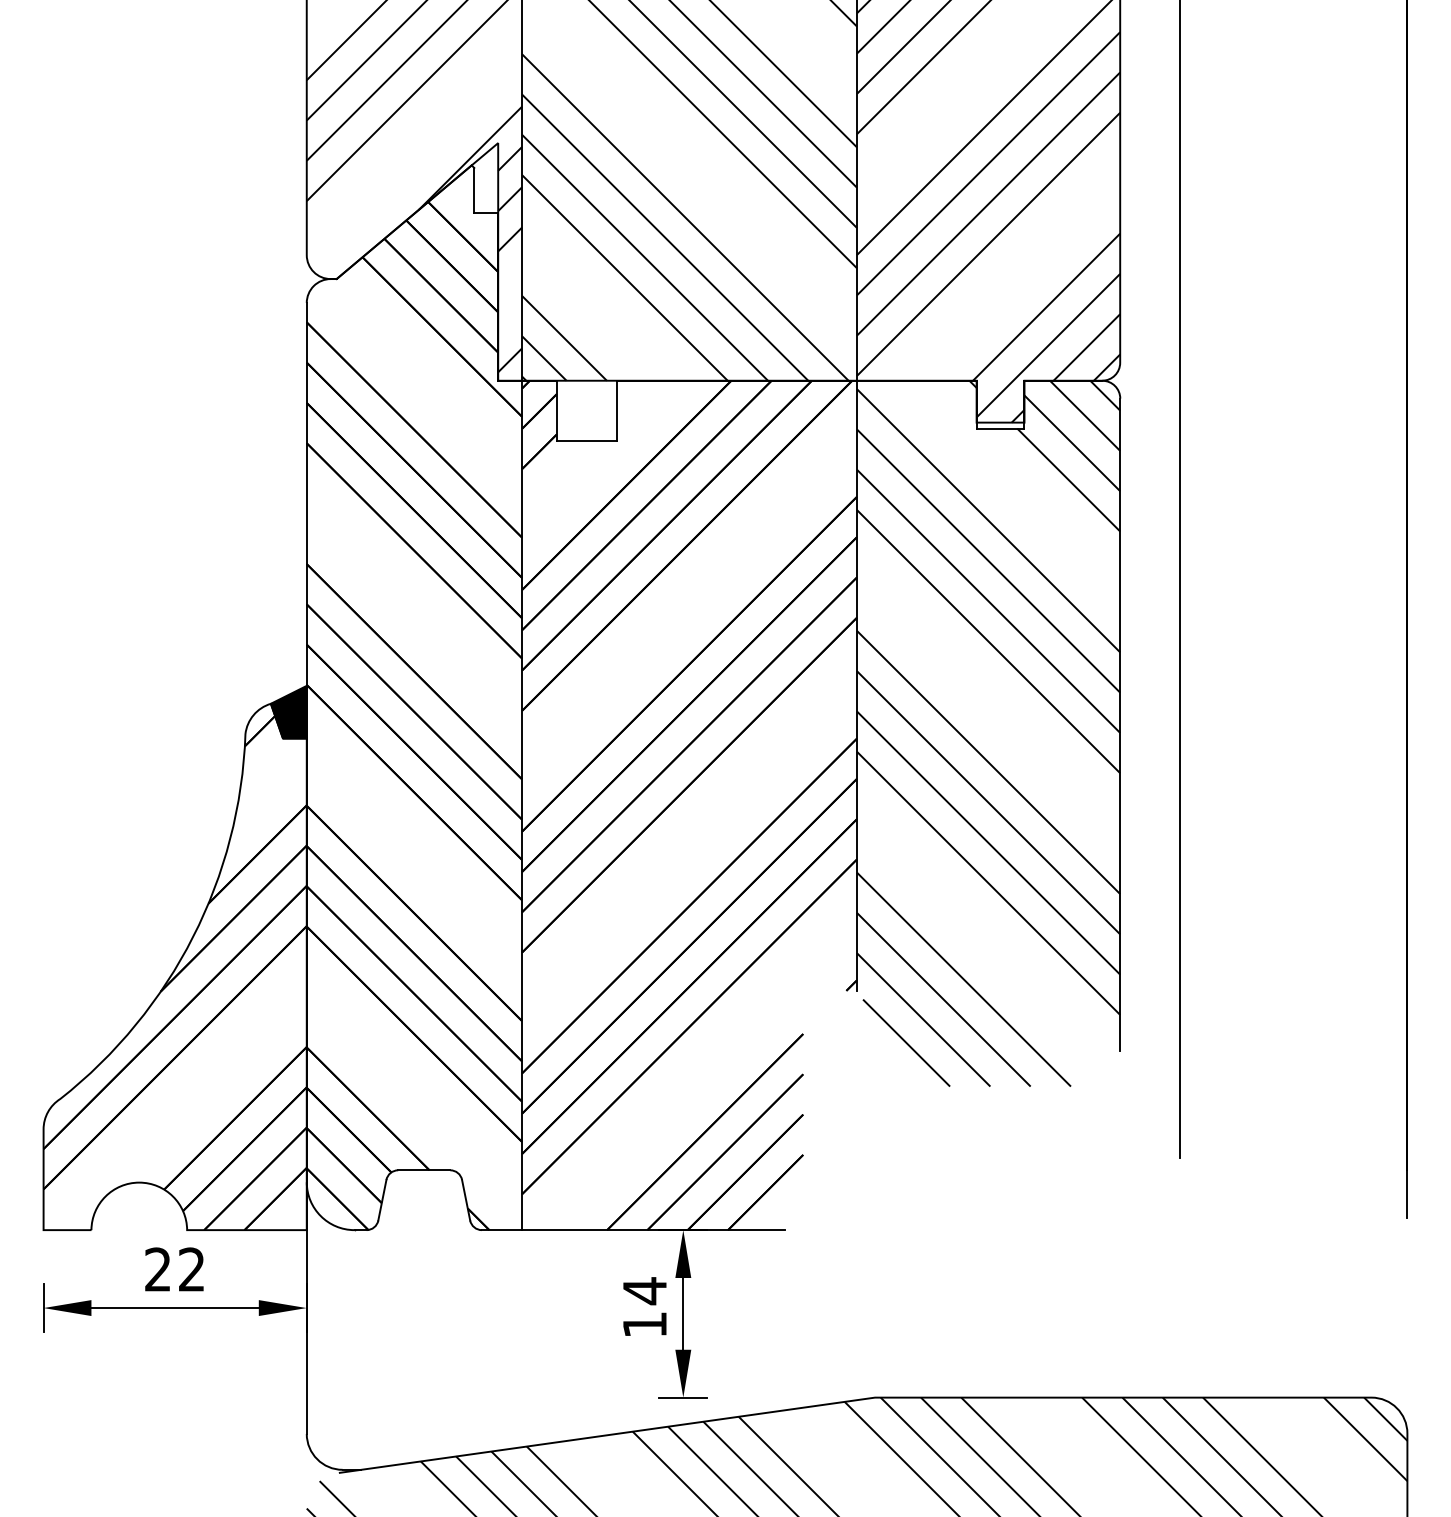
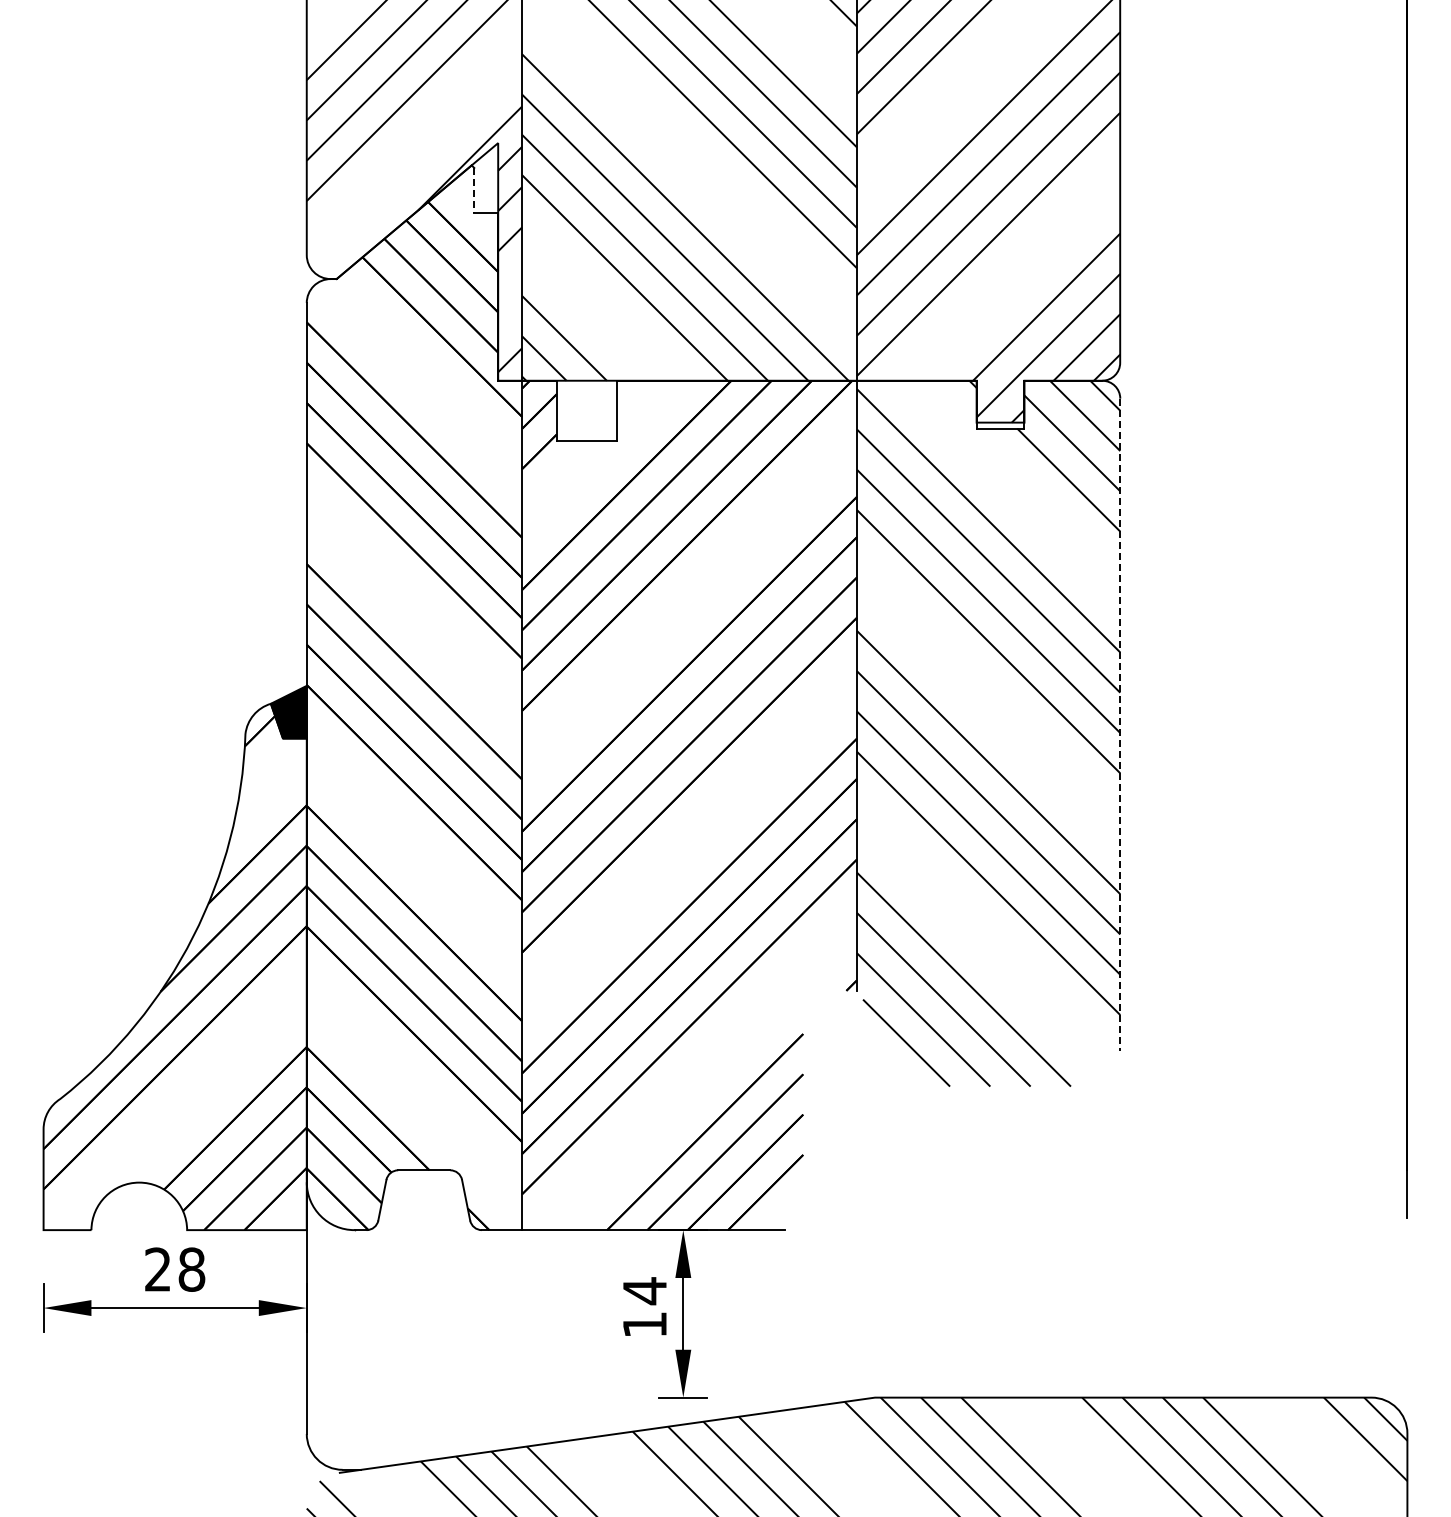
line at (474, 190): solid -> dashed
line at (1180, 580): present -> none
line at (1120, 724): solid -> dashed
text at (191, 1269): 22 -> 28
